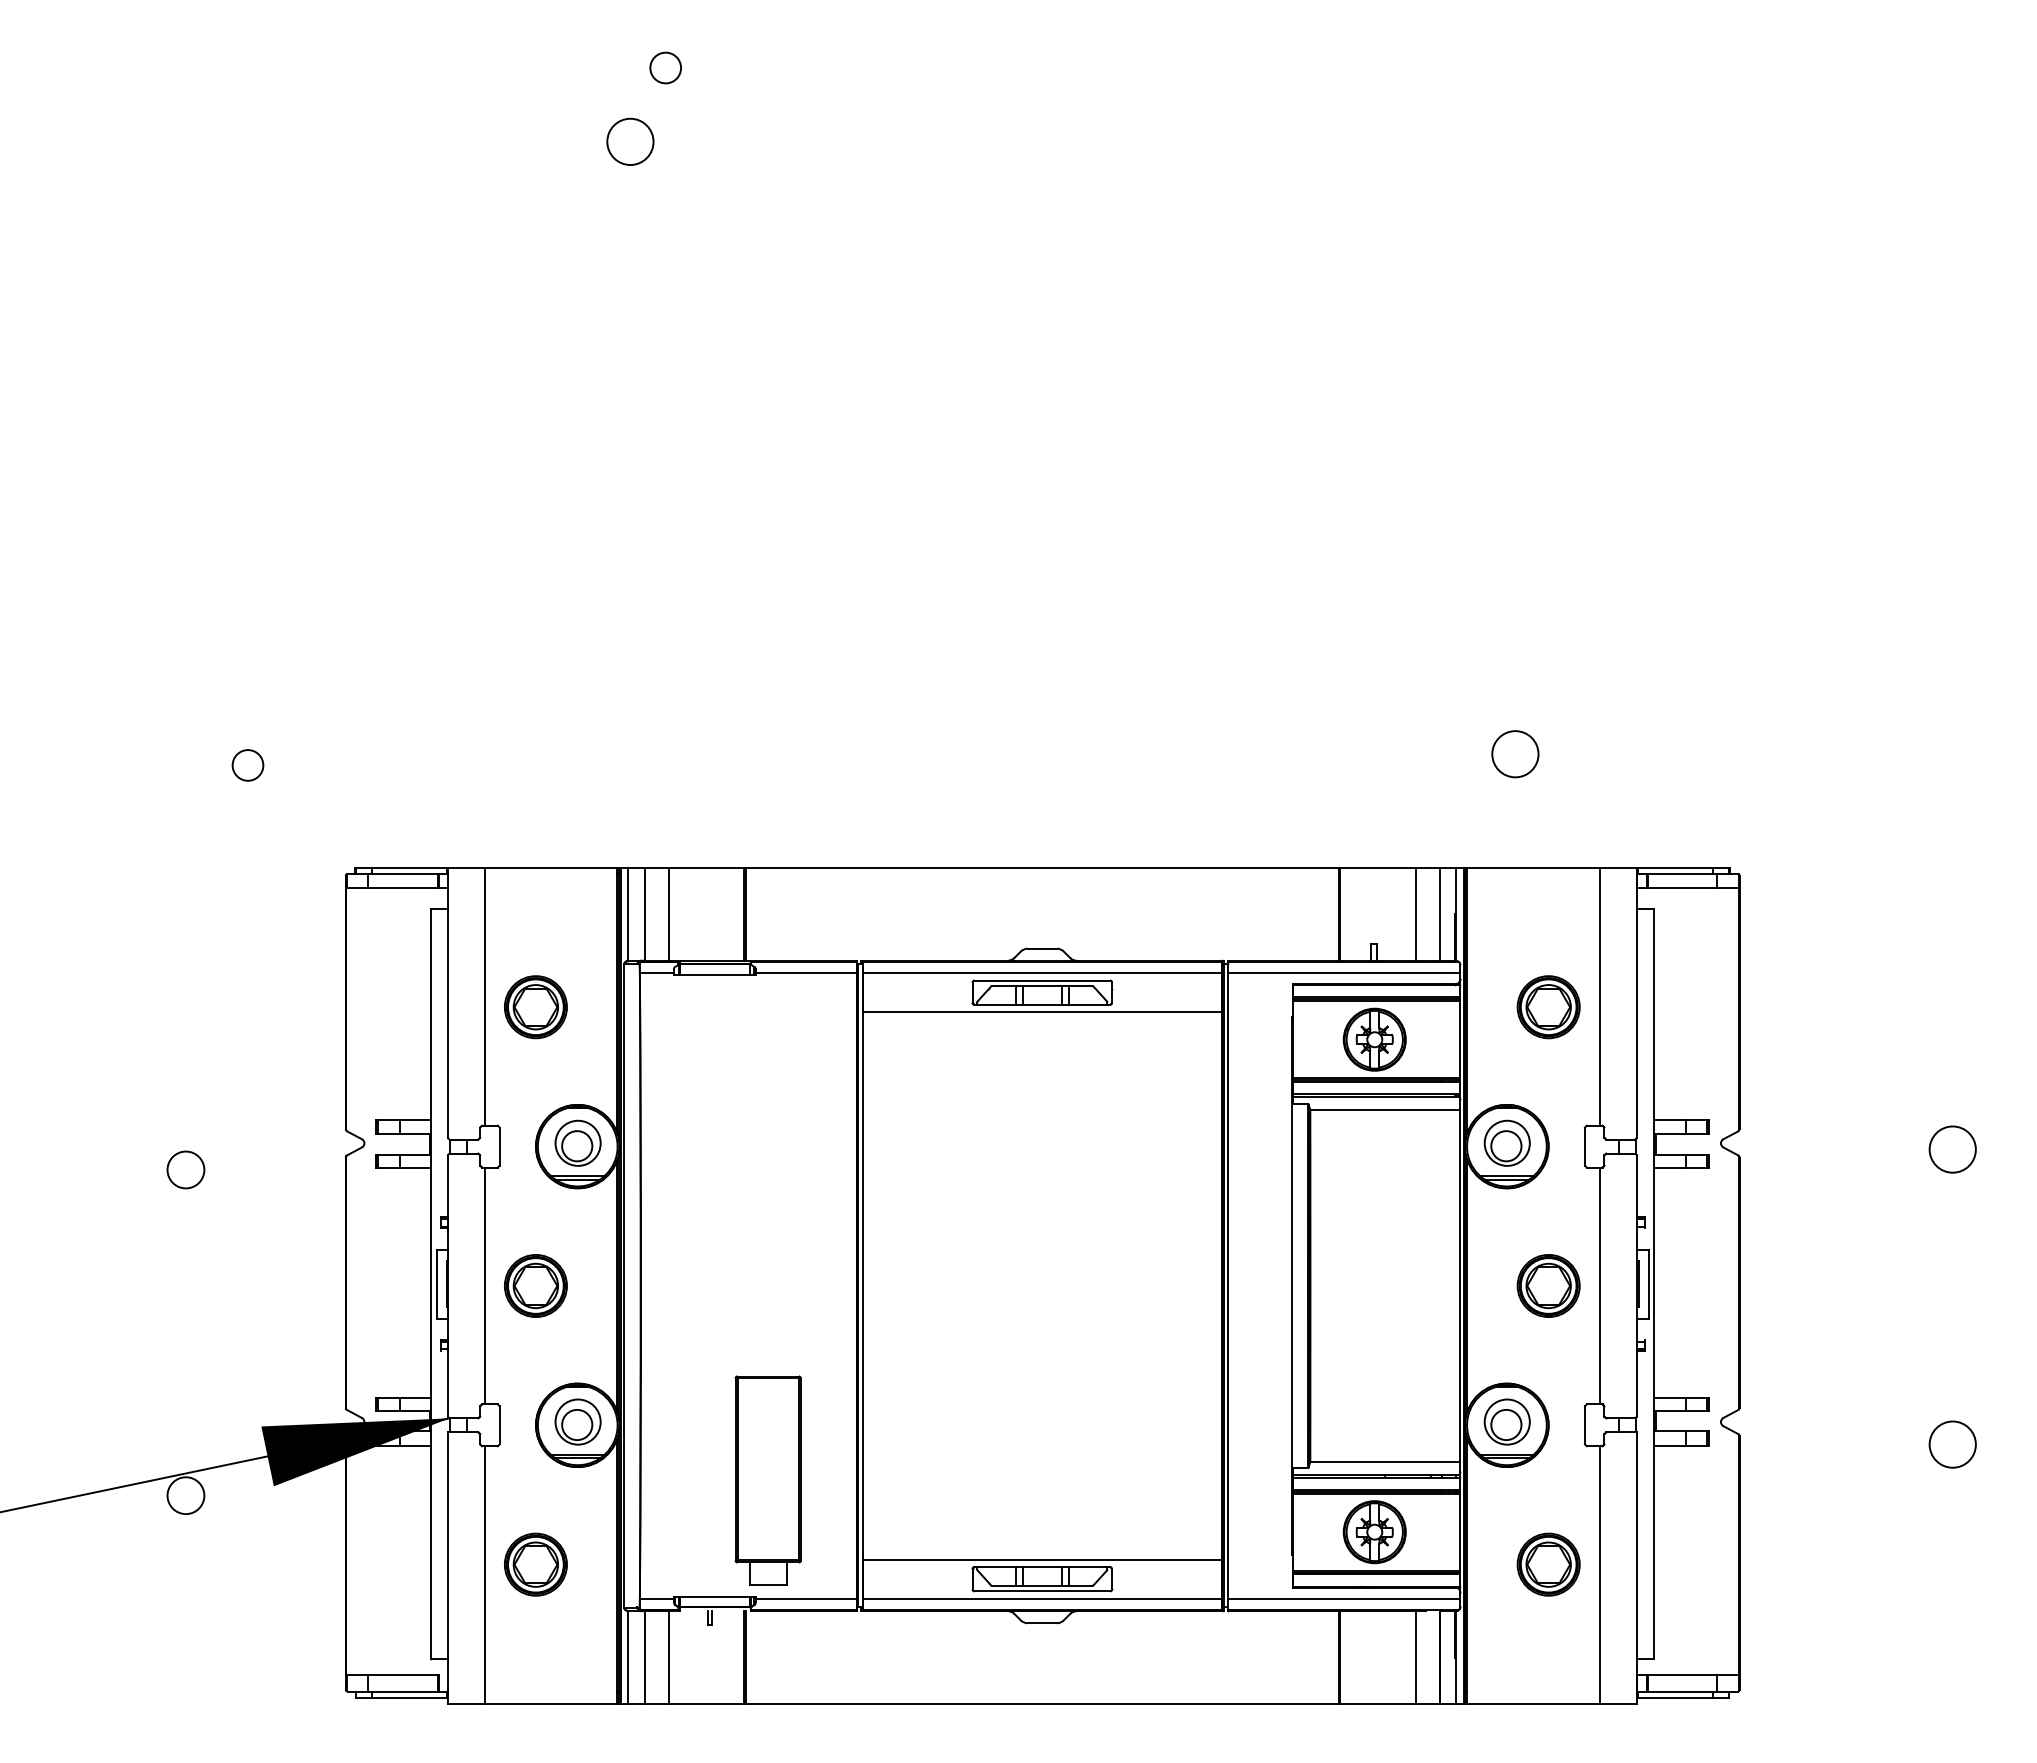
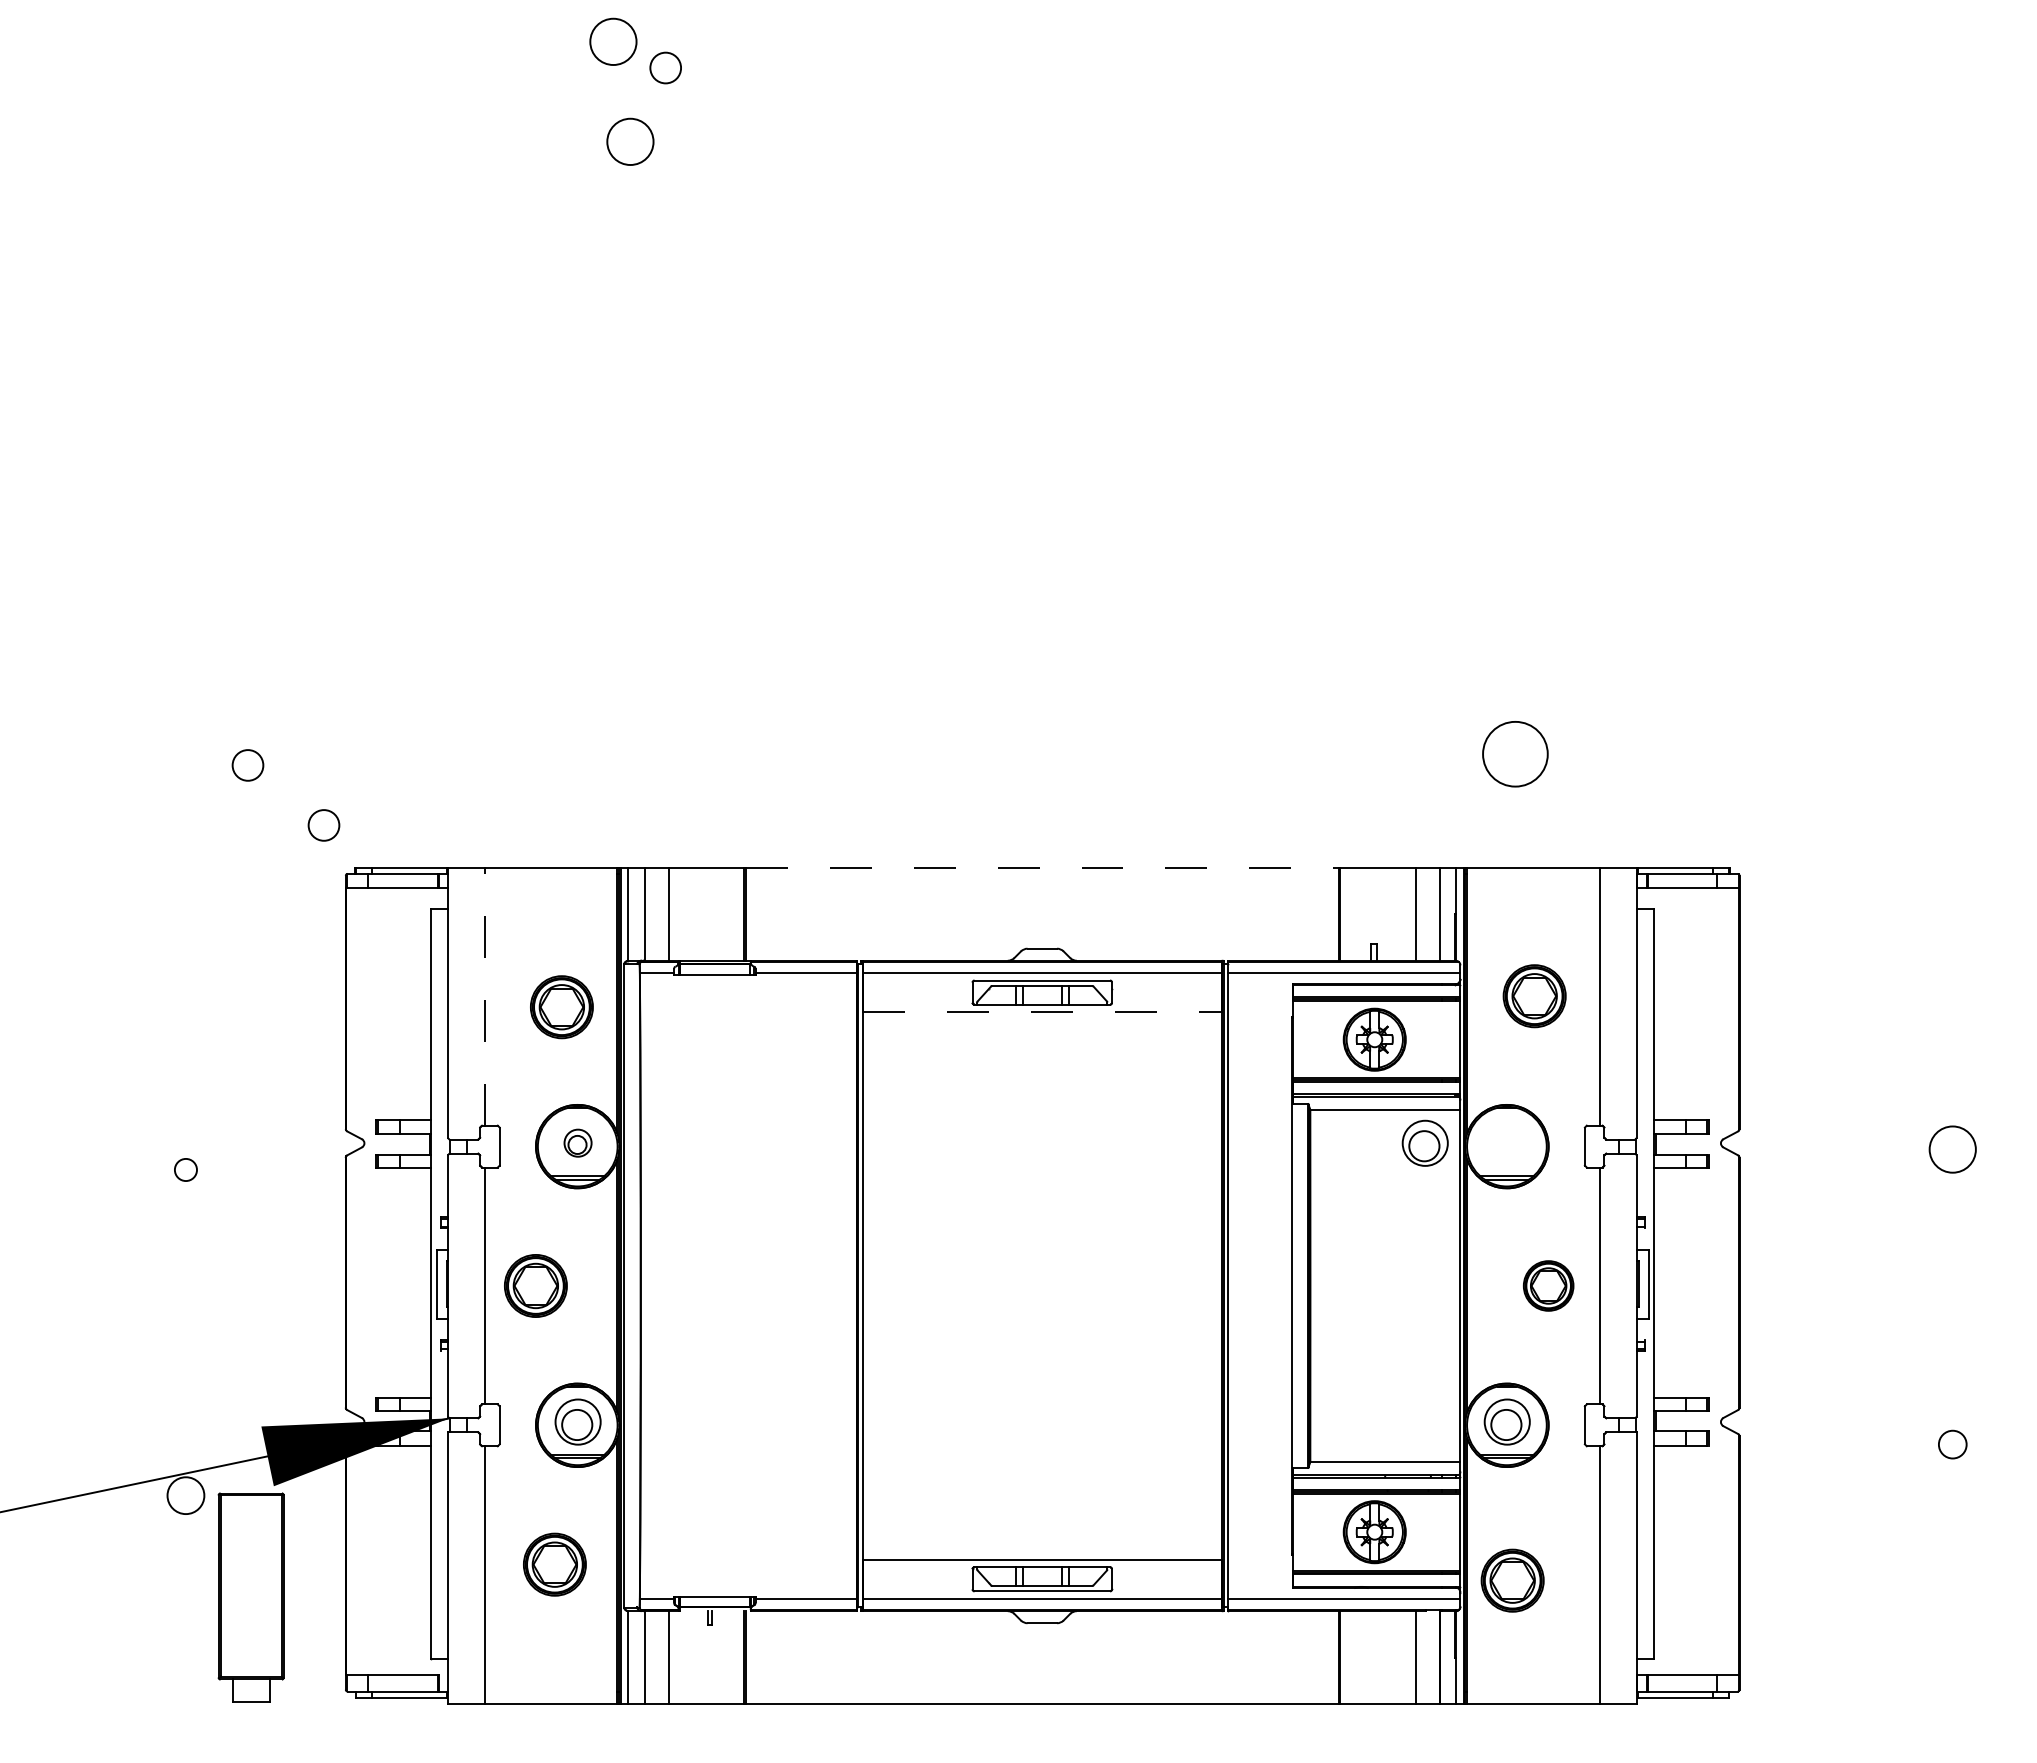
circle at (613, 41): none -> present
circle at (1515, 754) diameter: 46 px -> 65 px
circle at (323, 825): none -> present
line at (1042, 867): solid -> dashed
line at (484, 996): solid -> dashed
part at (535, 1007) position: (535, 1007) -> (561, 1007)
part at (1548, 1007) position: (1548, 1007) -> (1534, 996)
line at (1042, 1011): solid -> dashed
part at (577, 1142) size: 48x48 px -> 30x30 px
part at (1506, 1142) position: (1506, 1142) -> (1424, 1142)
circle at (185, 1169) diameter: 37 px -> 22 px
part at (1548, 1285) size: 65x64 px -> 52x52 px
circle at (1952, 1444) diameter: 46 px -> 28 px
part at (767, 1480) position: (767, 1480) -> (250, 1597)
part at (535, 1564) position: (535, 1564) -> (554, 1564)
part at (1548, 1564) position: (1548, 1564) -> (1512, 1580)
